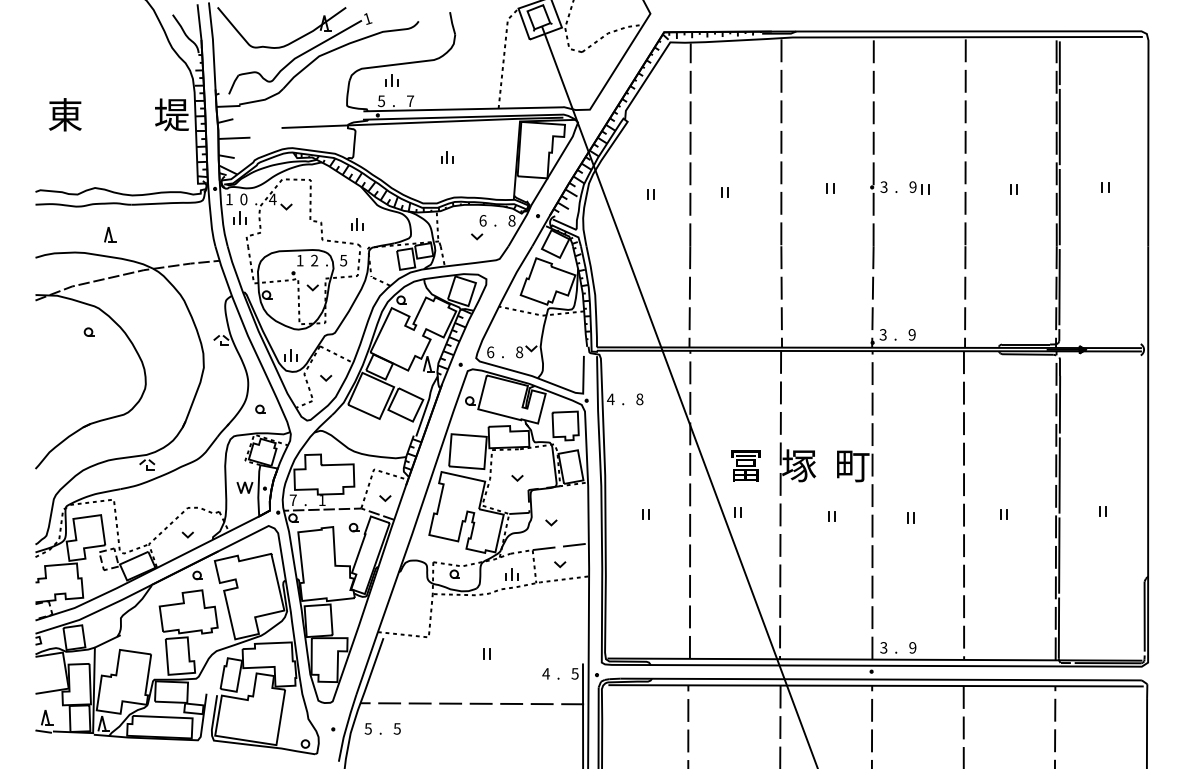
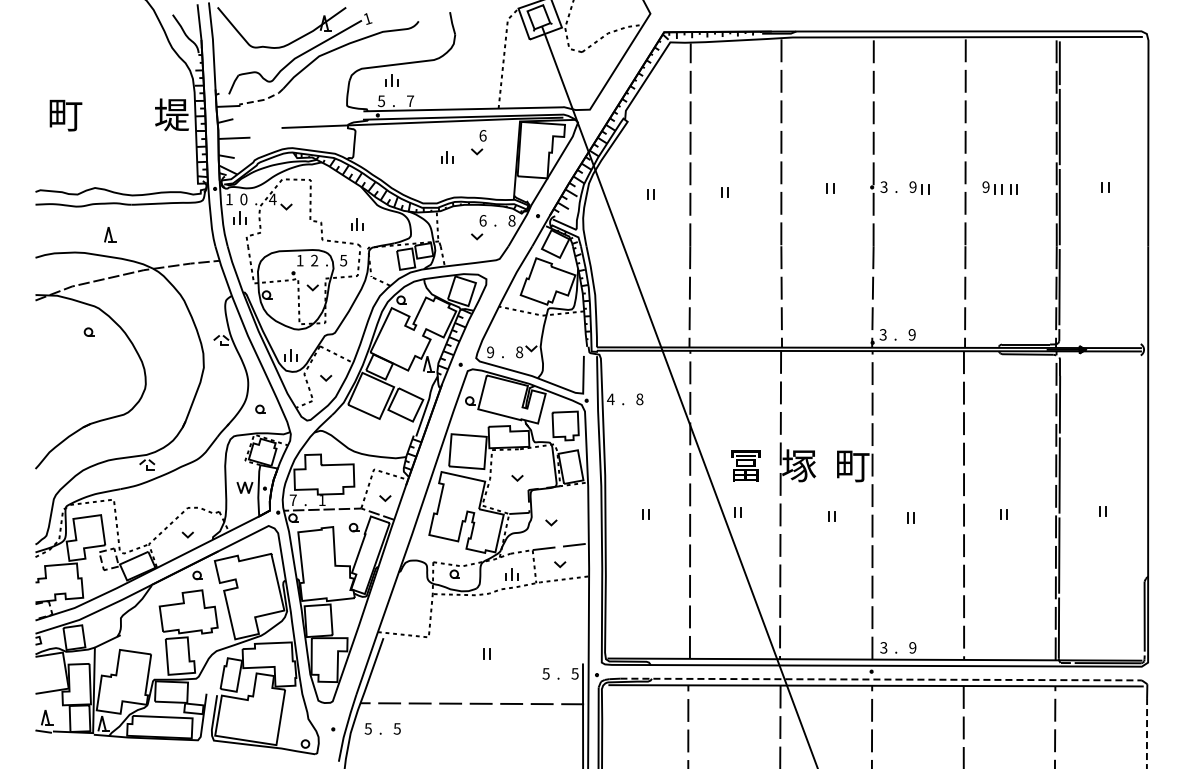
line at (264, 99): solid -> dashed
text at (65, 114): 東 -> 町
part at (478, 142): none -> present
part at (992, 187): none -> present
text at (490, 352): 6 -> 9
text at (545, 673): 4 -> 5
line at (881, 679): solid -> dashed
line at (1147, 733): solid -> dashed
